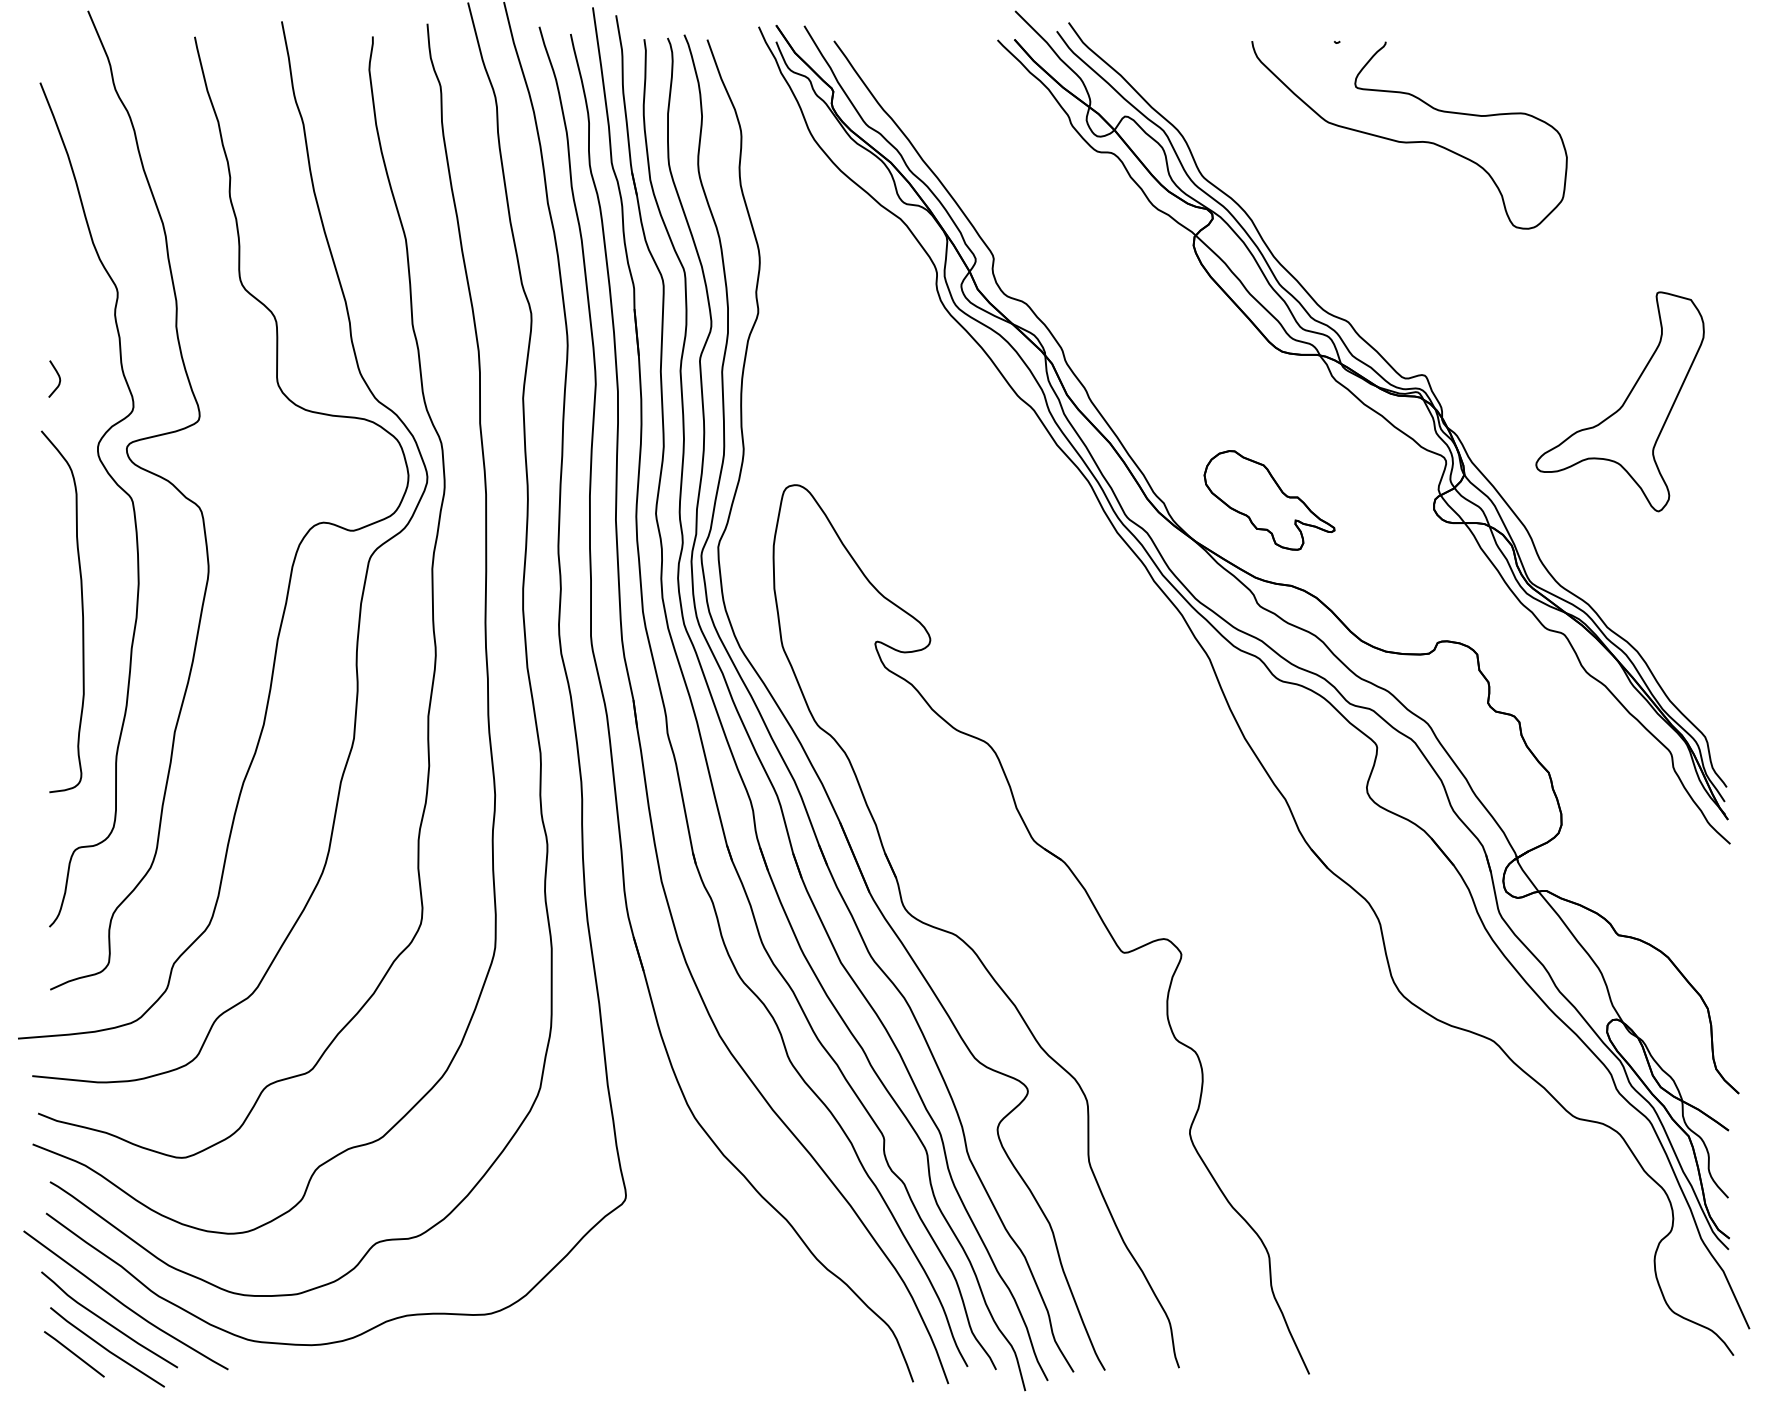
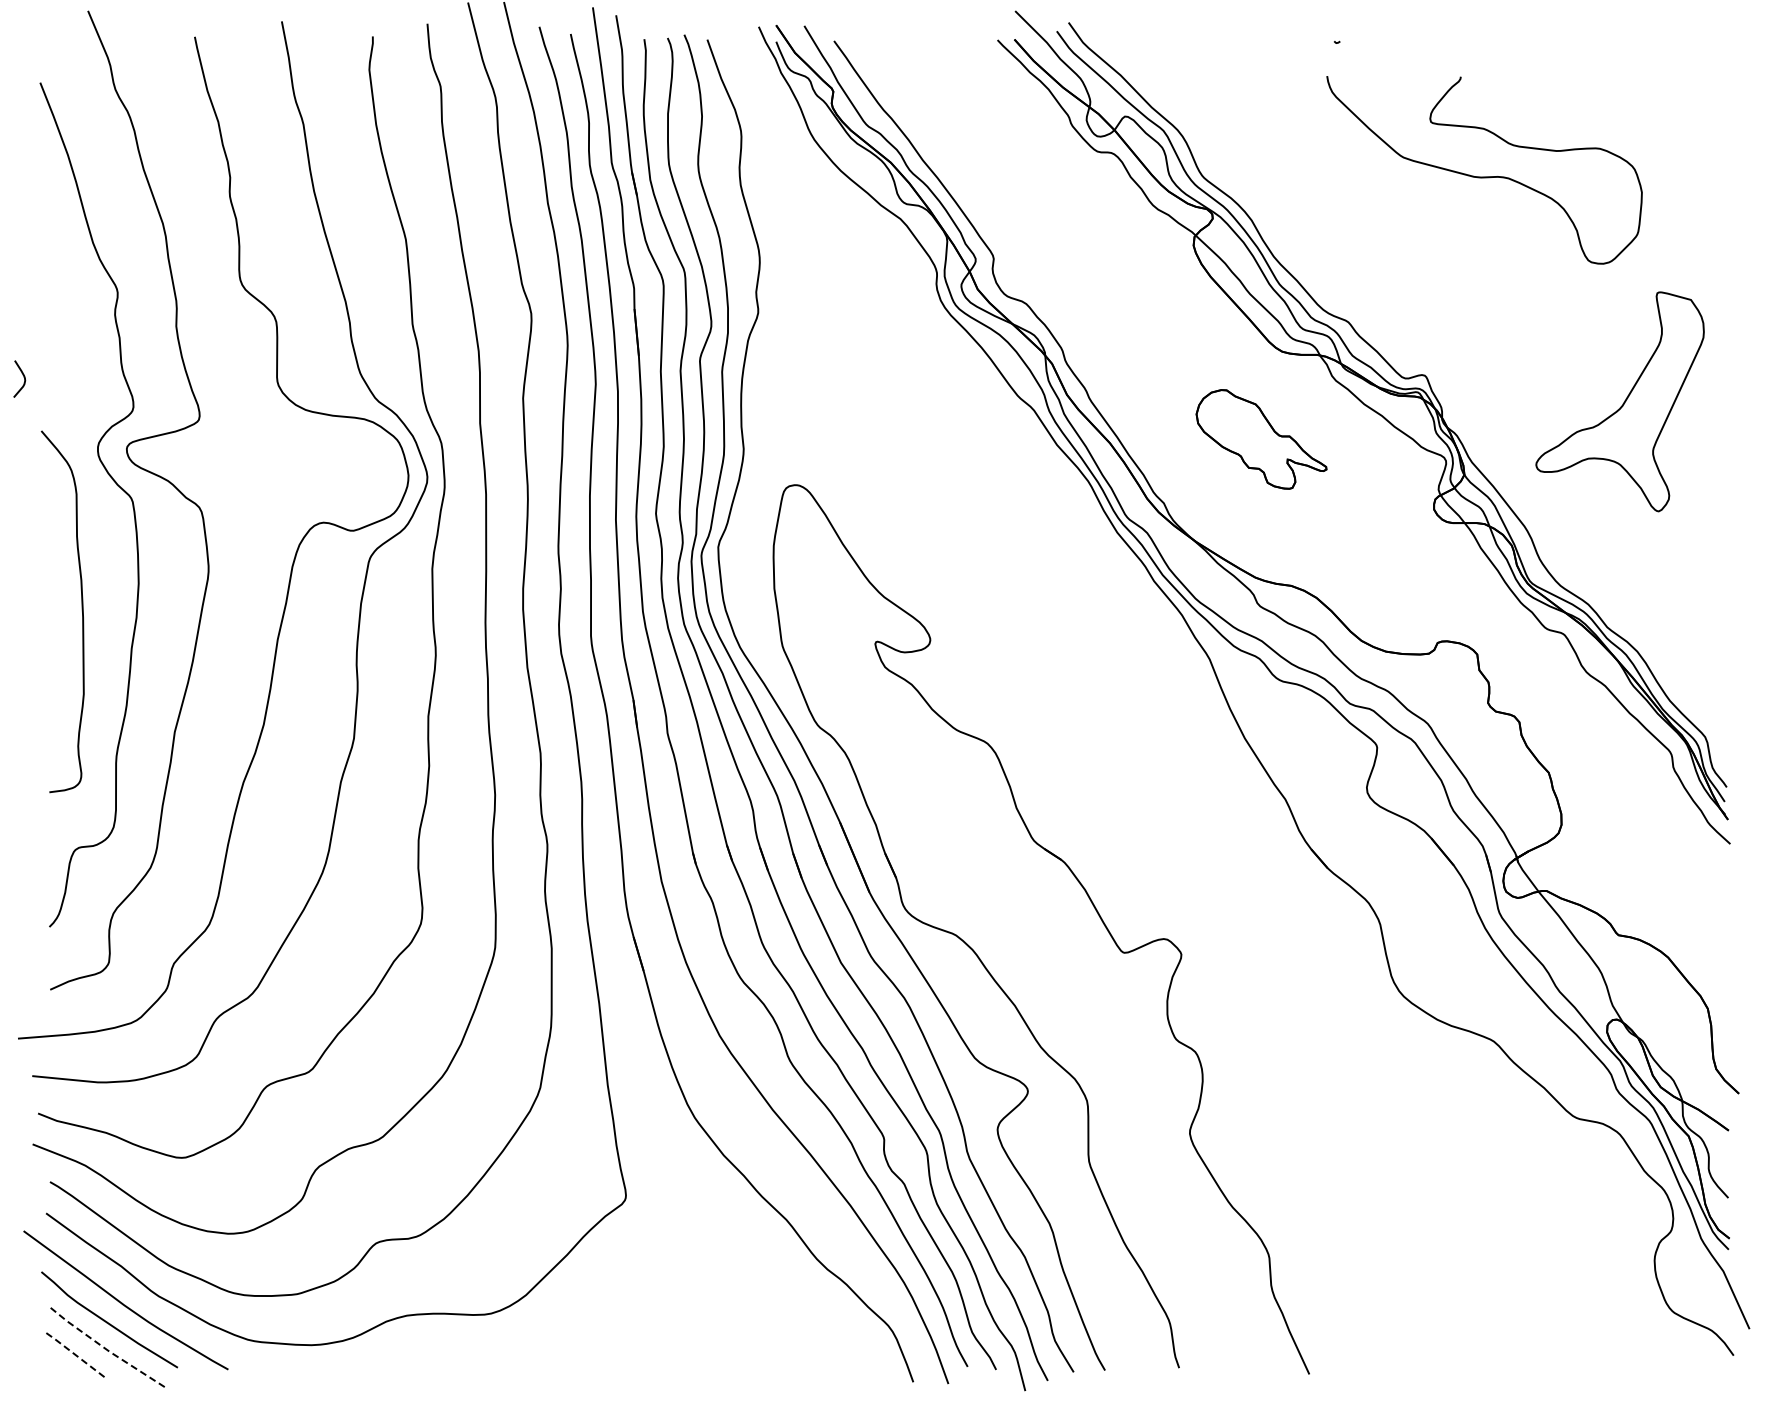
curve at (1409, 141) position: (1409, 141) -> (1484, 176)
curve at (58, 377) position: (58, 377) -> (23, 377)
part at (1269, 500) position: (1269, 500) -> (1261, 439)
line at (105, 1348): solid -> dashed
line at (74, 1353): solid -> dashed
